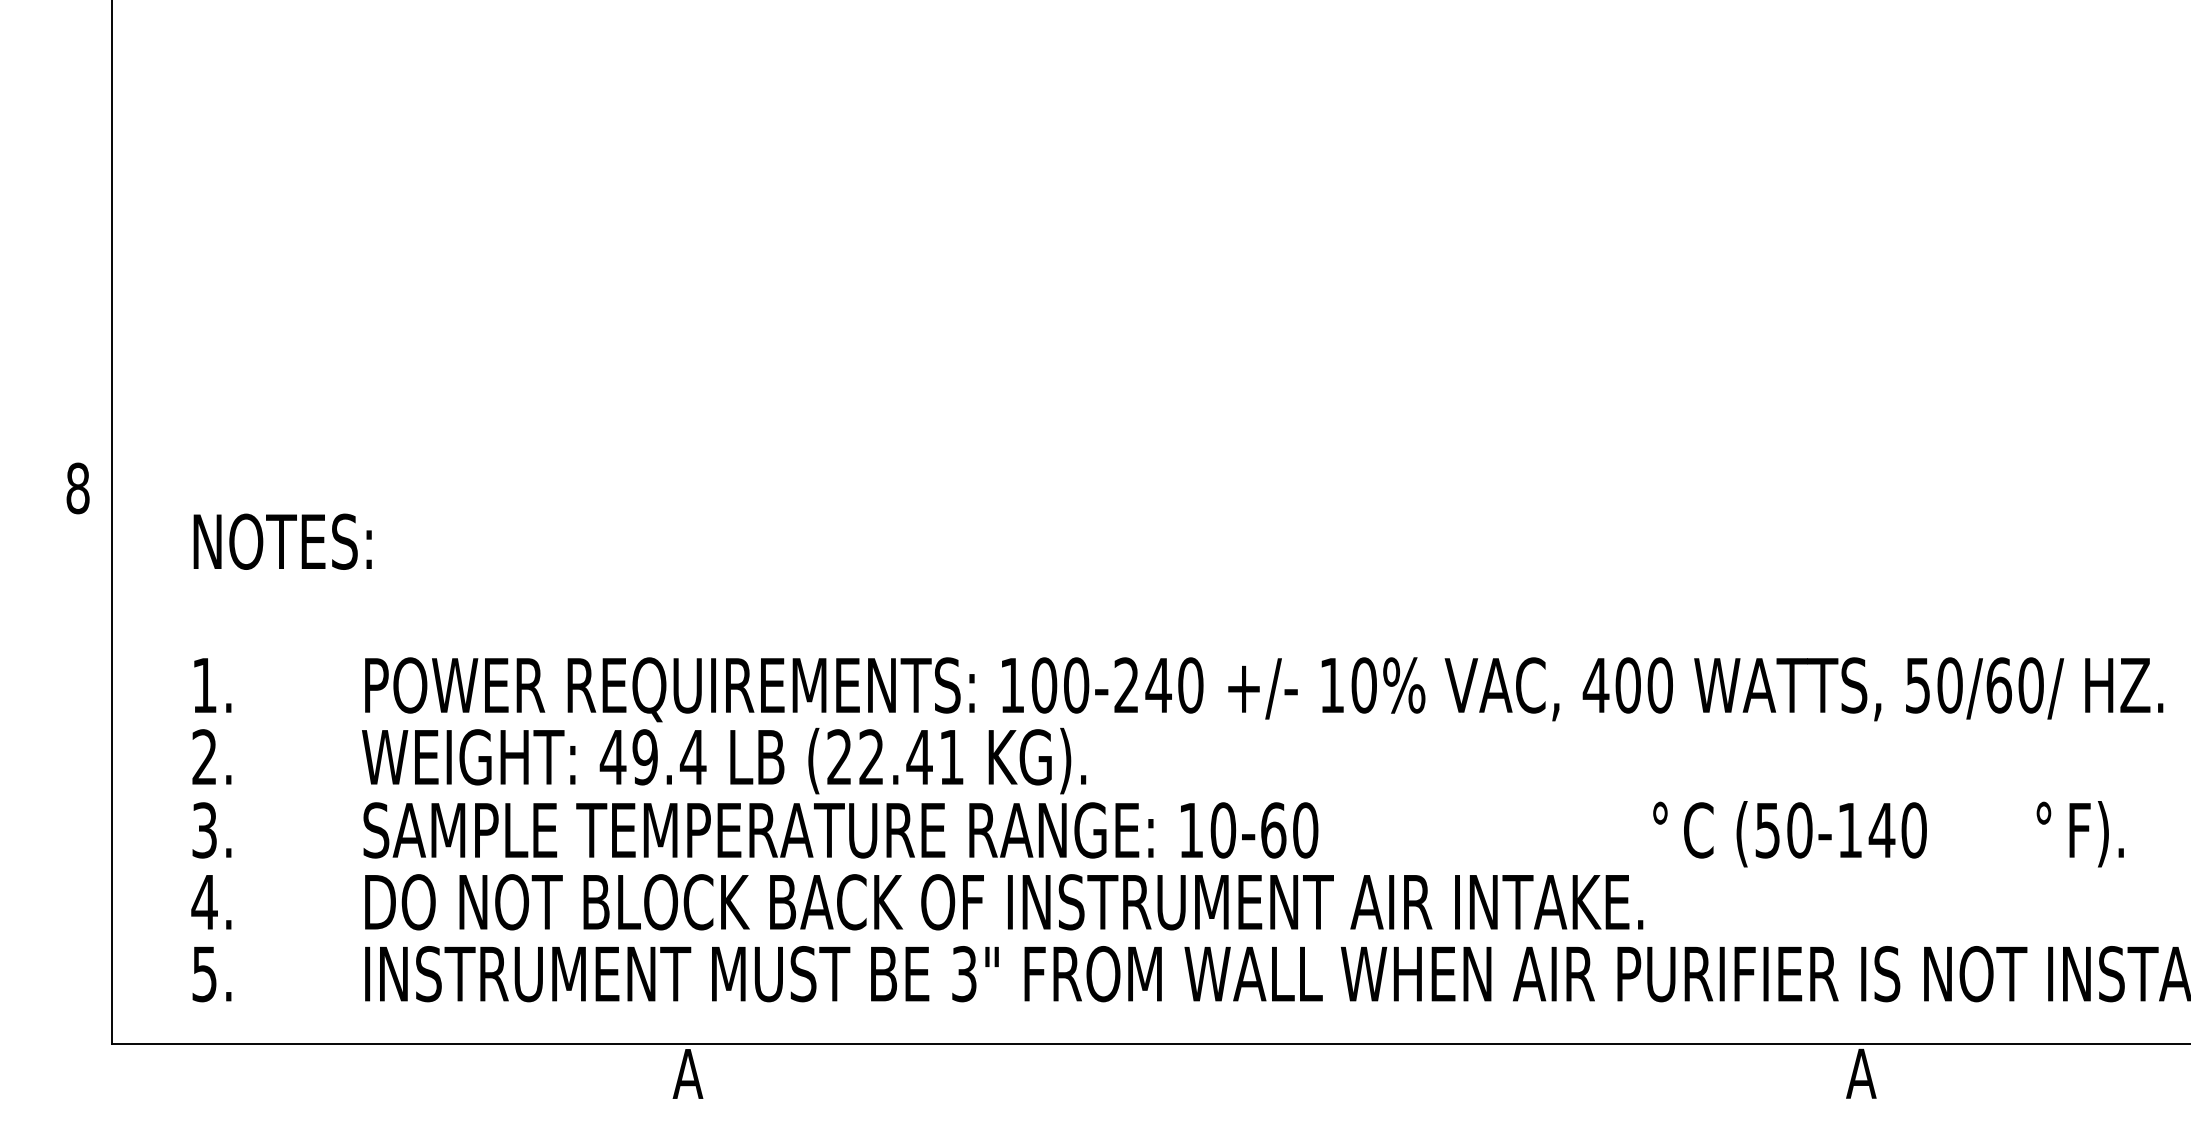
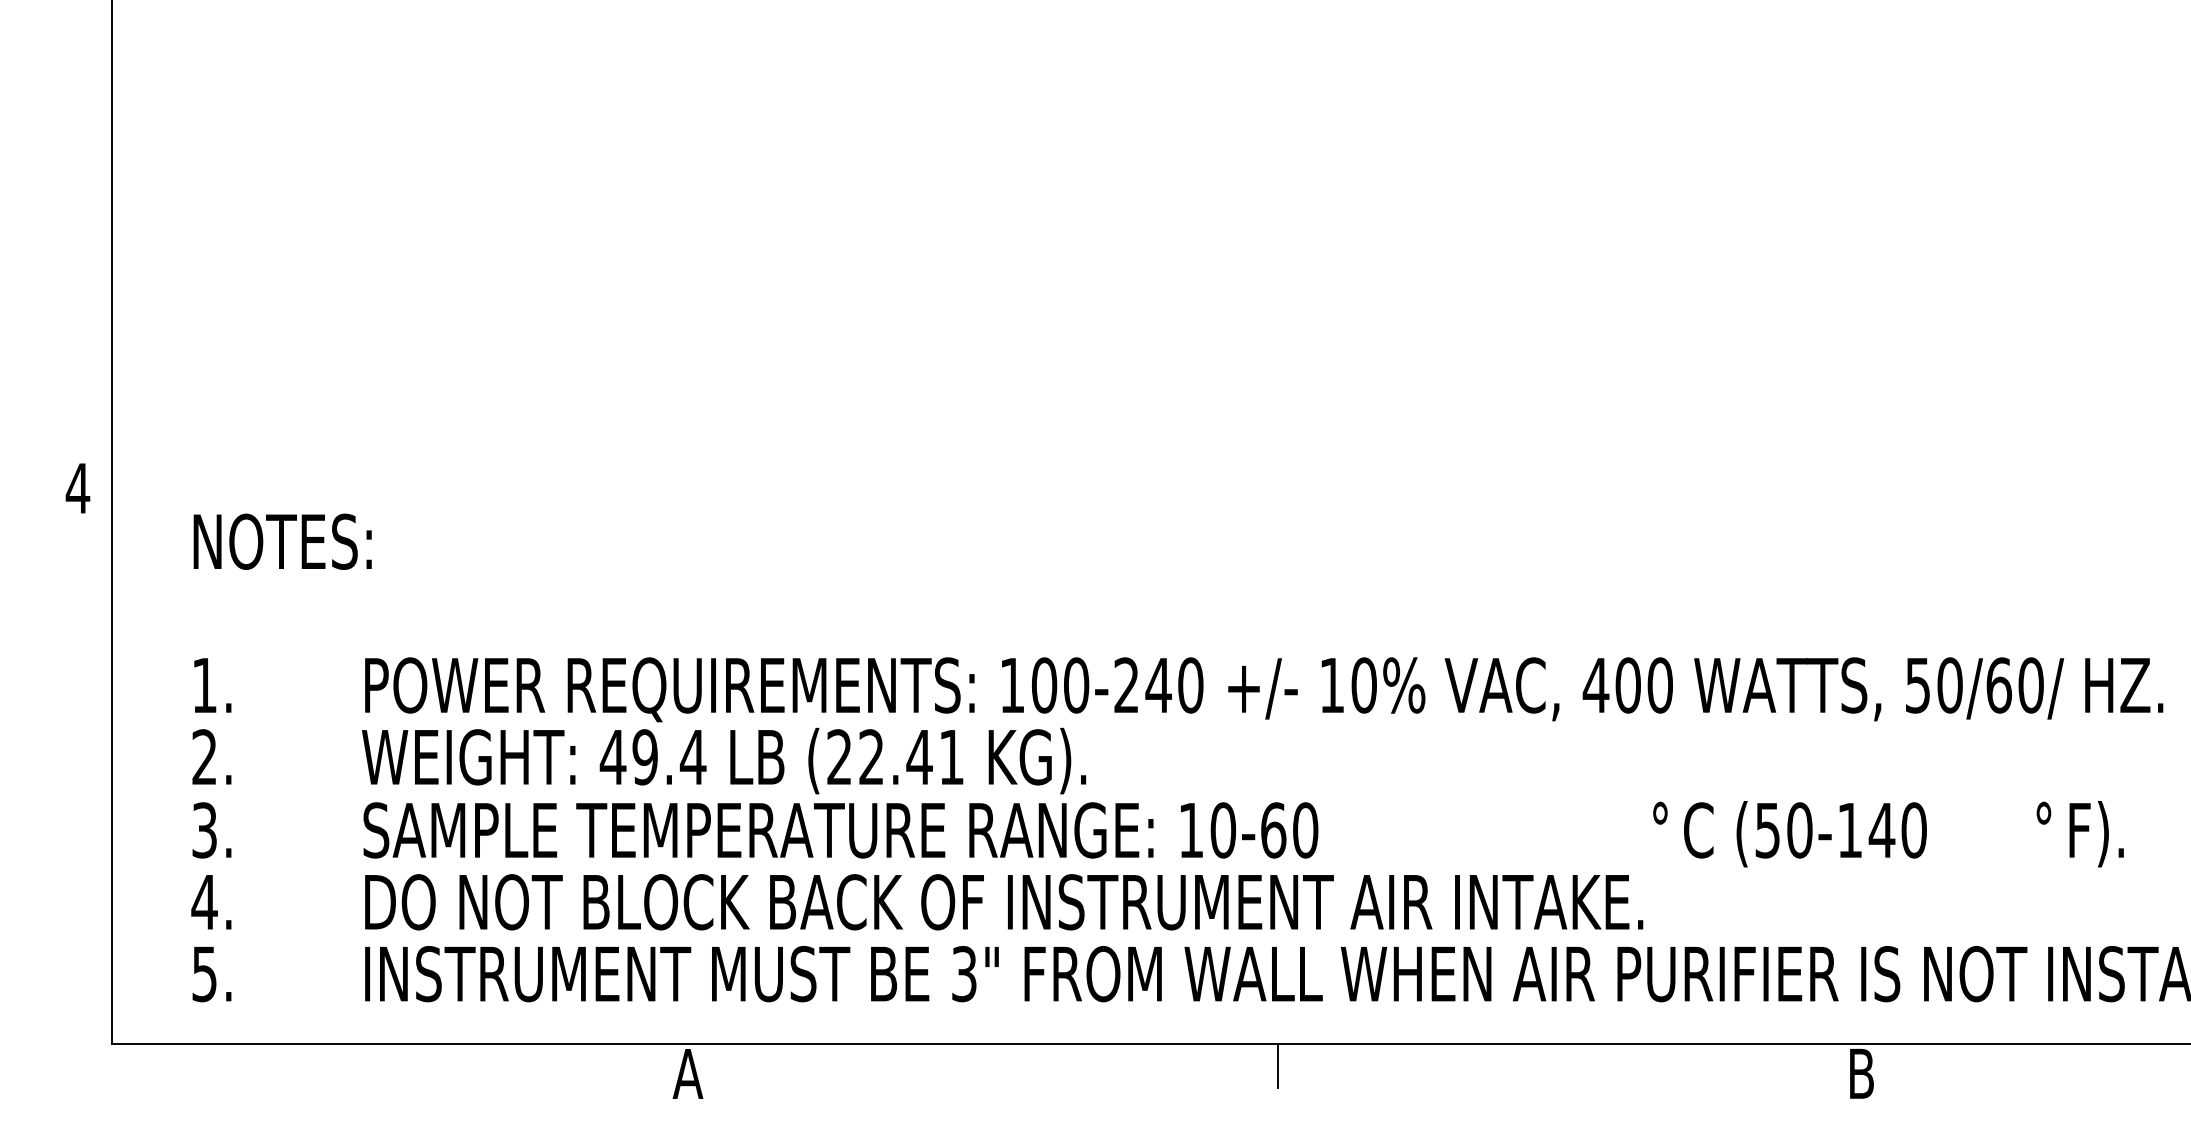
text at (77, 488): 8 -> 4
line at (1278, 1065): none -> present
text at (1861, 1073): A -> B
